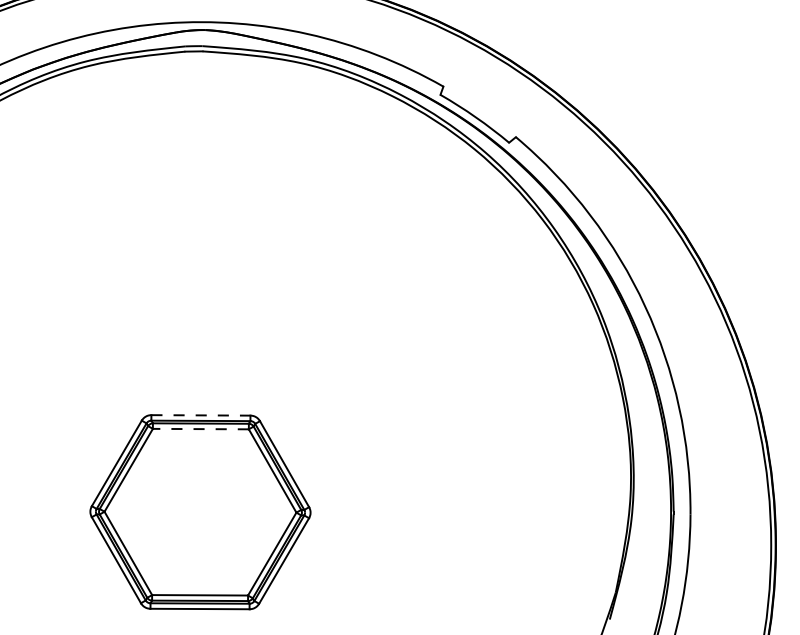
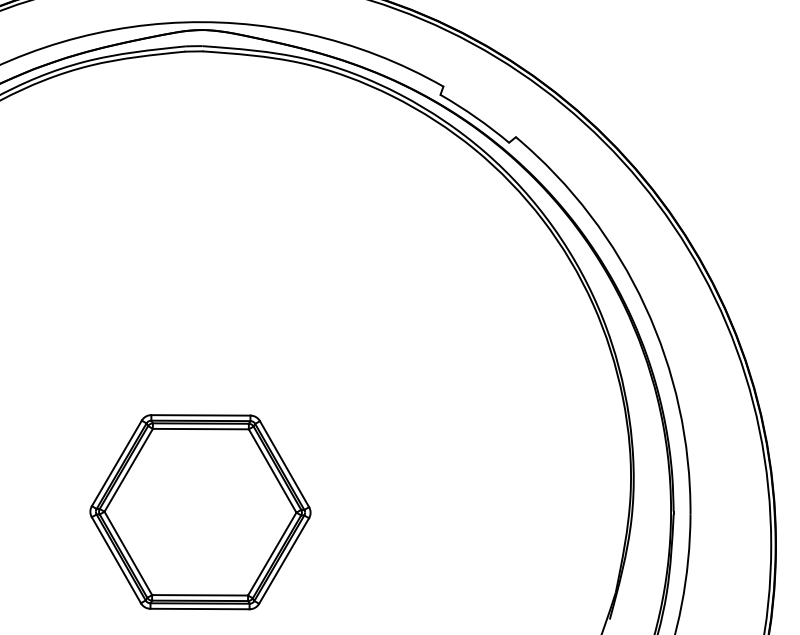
line at (200, 415): dashed -> solid
line at (200, 429): dashed -> solid
